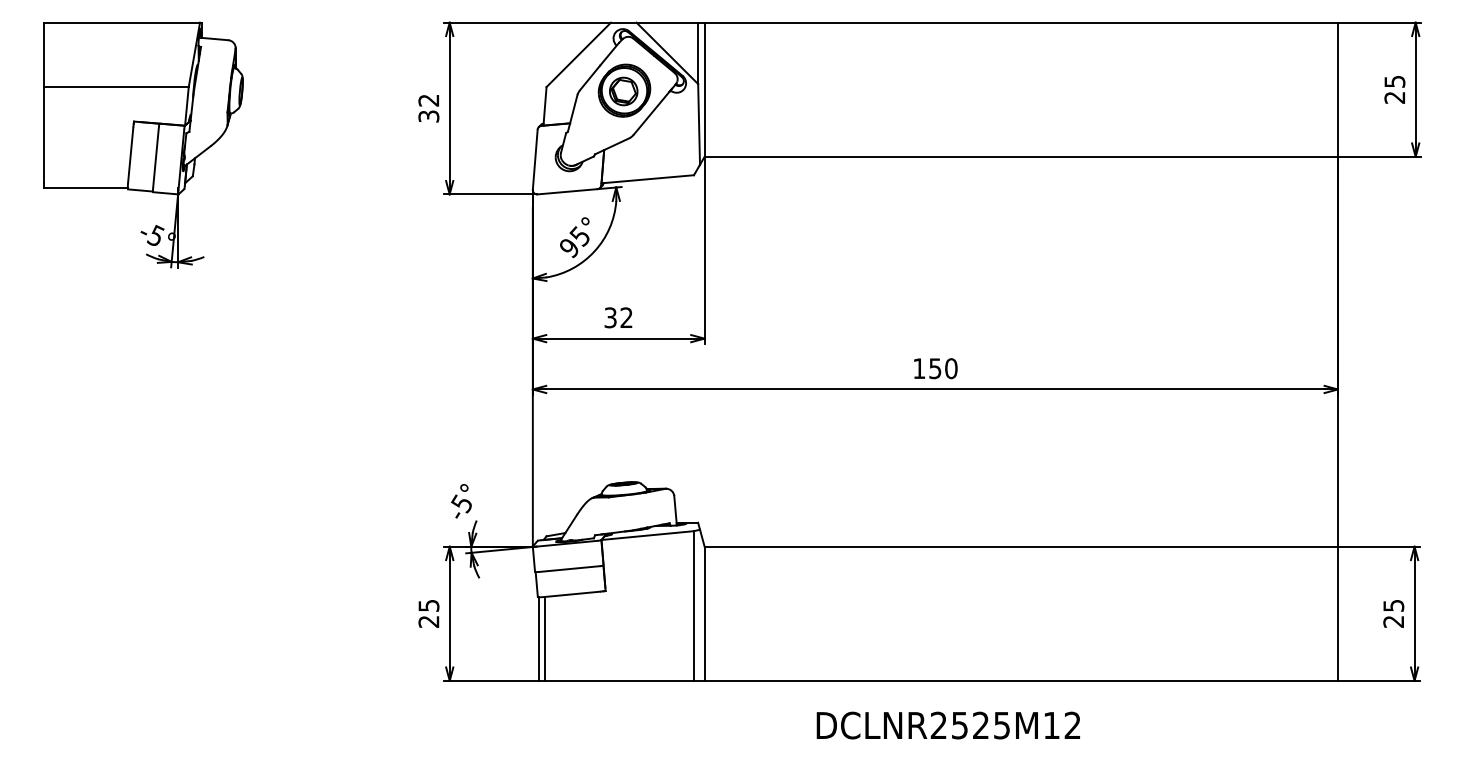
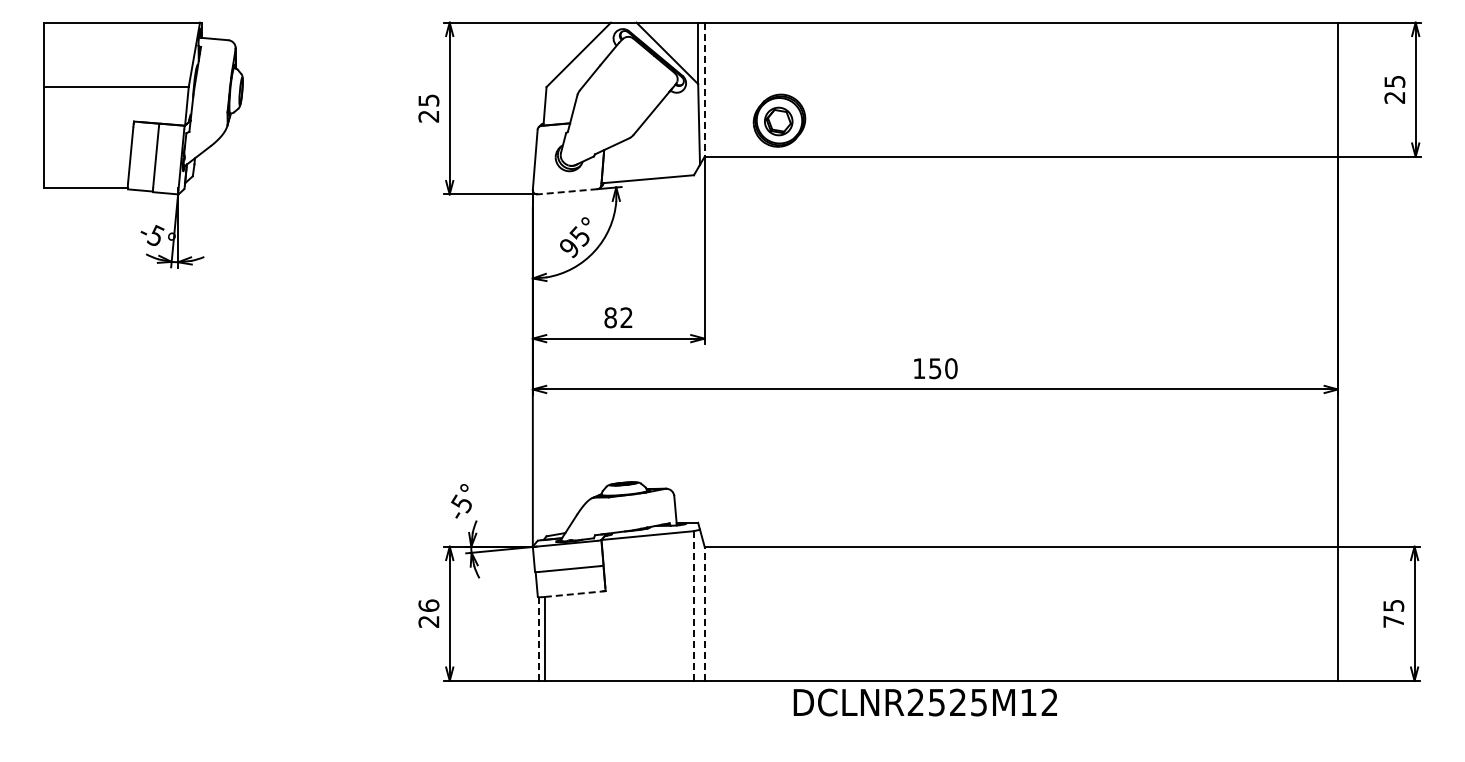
part at (624, 90) position: (624, 90) -> (779, 120)
line at (704, 90): solid -> dashed
text at (428, 108): 32 -> 25
line at (567, 191): solid -> dashed
text at (610, 317): 32 -> 82
line at (572, 594): solid -> dashed
text at (428, 605): 25 -> 26
line at (694, 606): solid -> dashed
line at (704, 613): solid -> dashed
text at (1393, 621): 25 -> 75
line at (538, 639): solid -> dashed
text at (947, 725) position: (947, 725) -> (924, 702)
